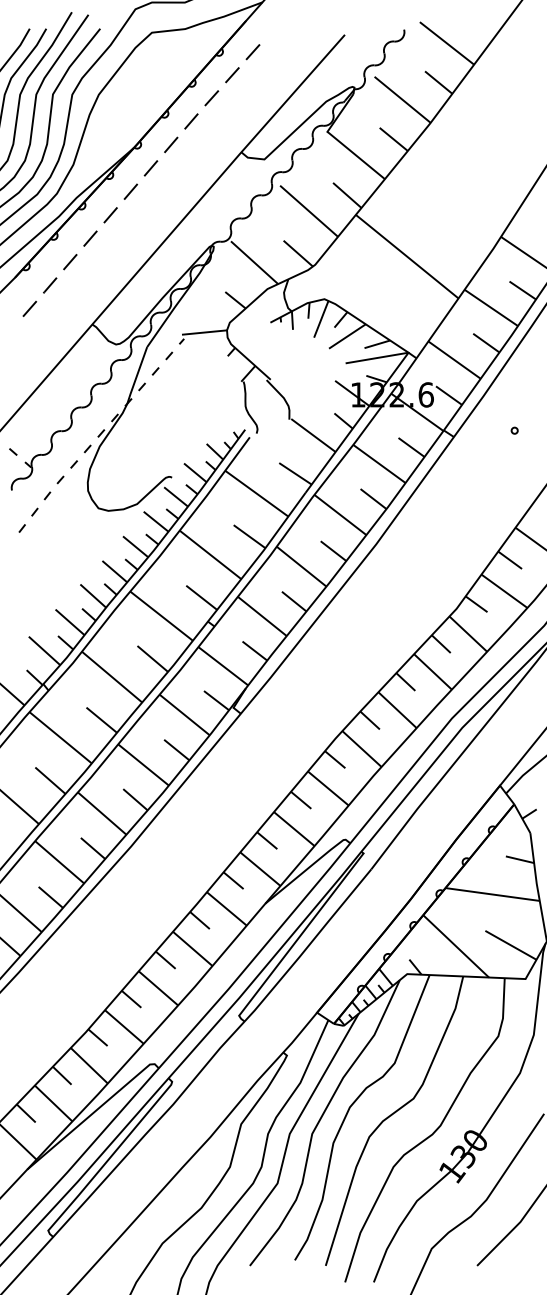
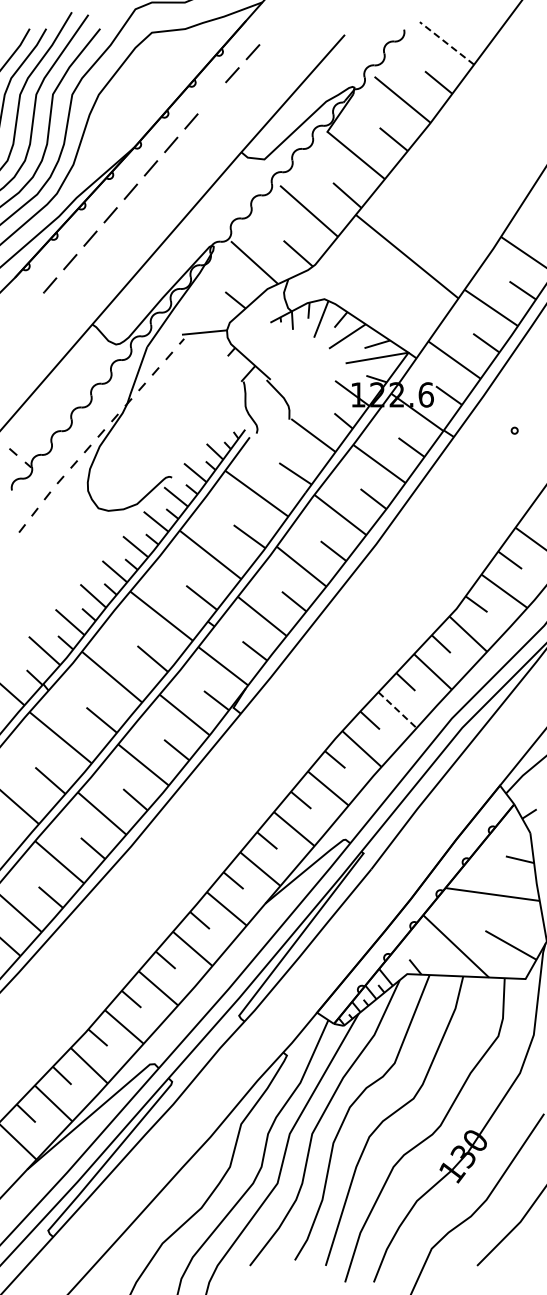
line at (446, 43): solid -> dashed
line at (211, 98): present -> none
line at (29, 308): present -> none
line at (397, 710): solid -> dashed
